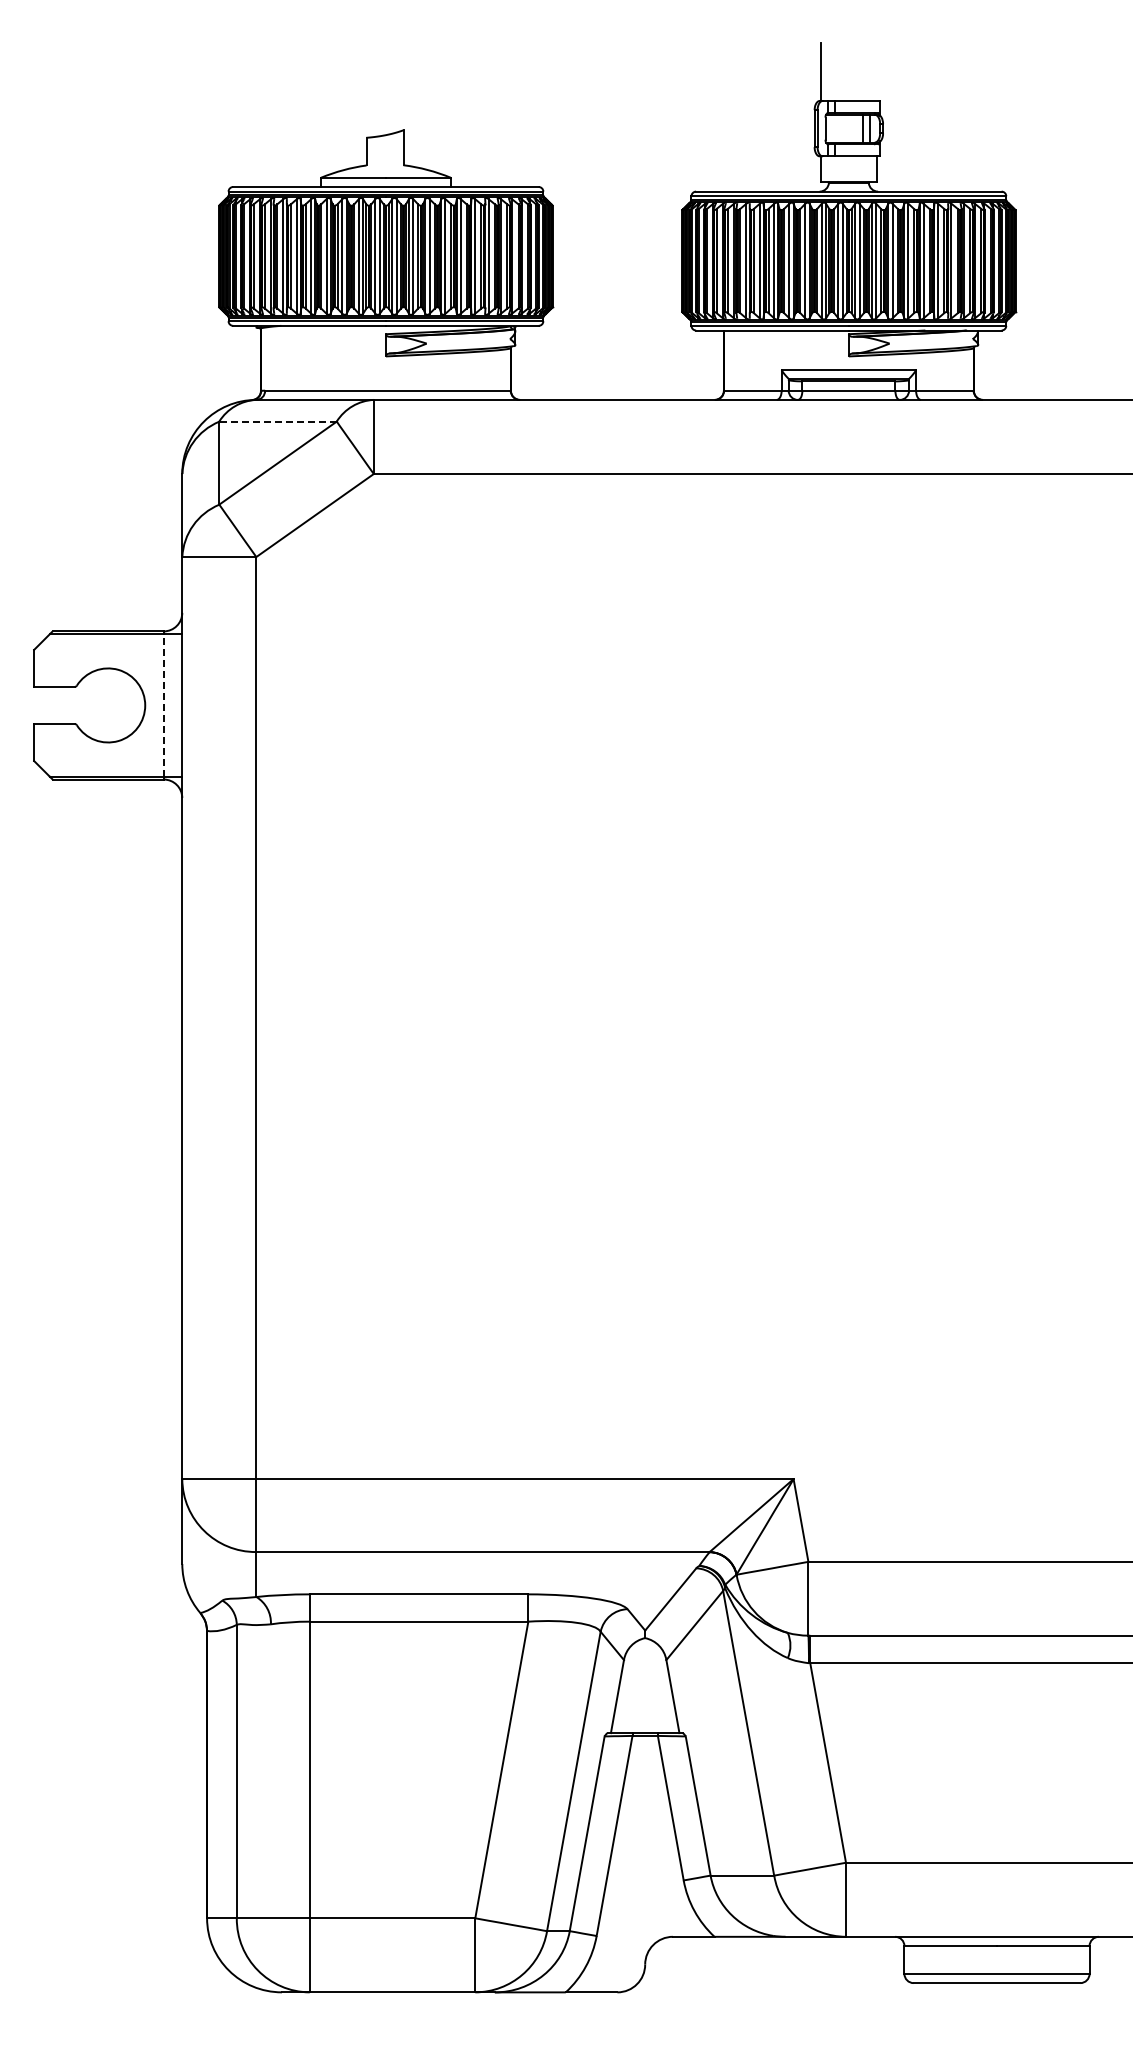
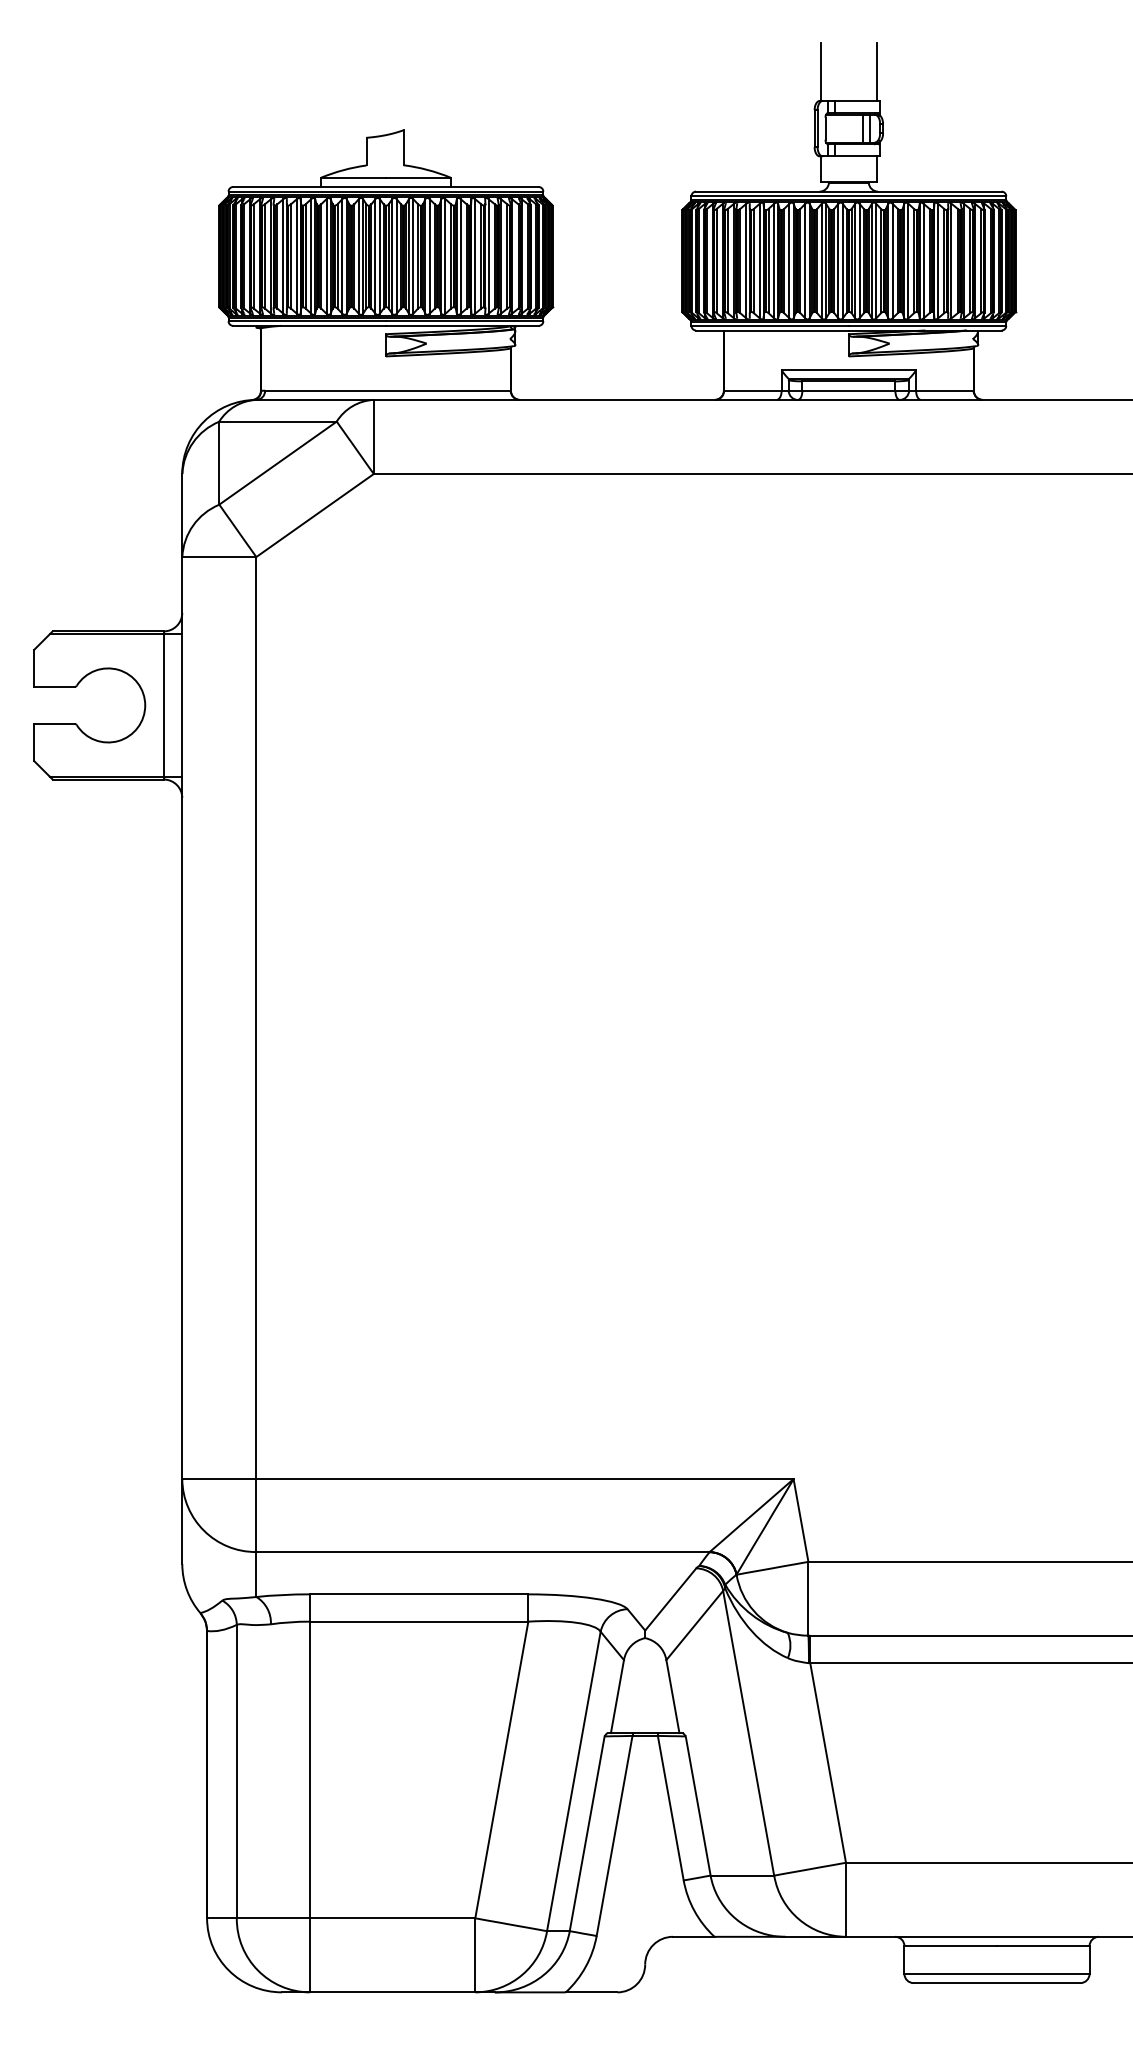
line at (876, 71): none -> present
line at (278, 421): dashed -> solid
line at (163, 704): dashed -> solid
